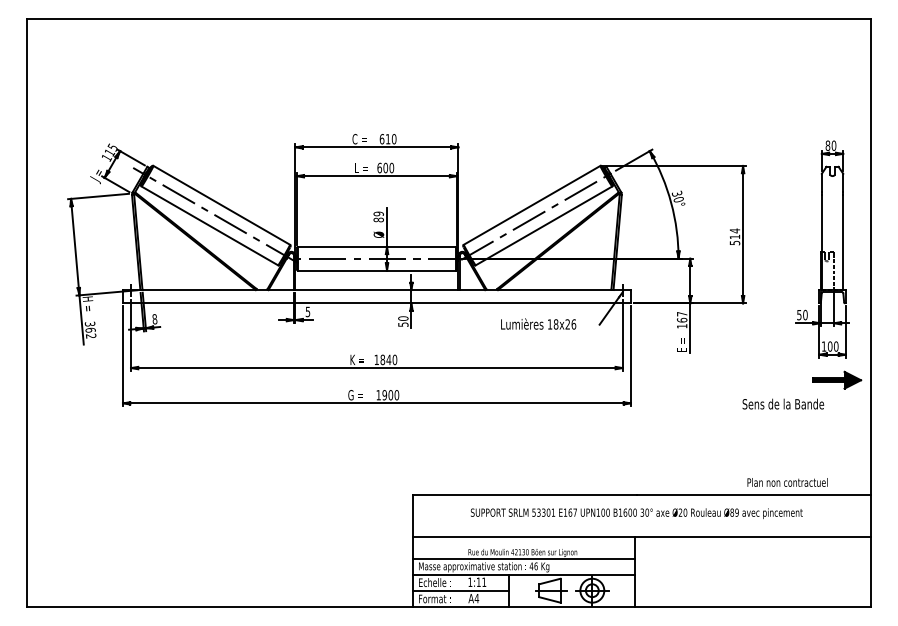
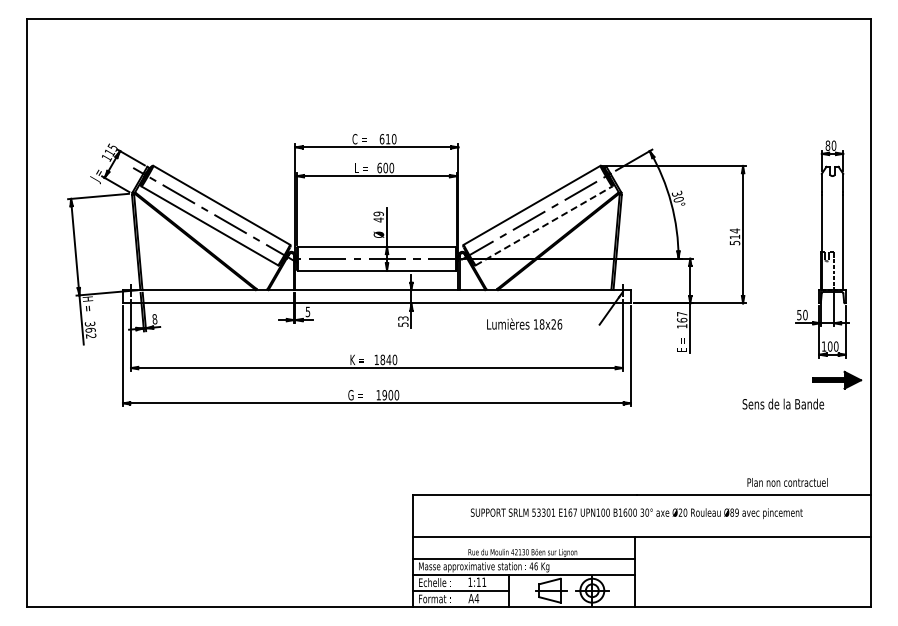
text at (378, 219): 89 -> 49
line at (543, 225): solid -> dashed
text at (403, 318): 50 -> 53
text at (538, 323) position: (538, 323) -> (524, 323)
